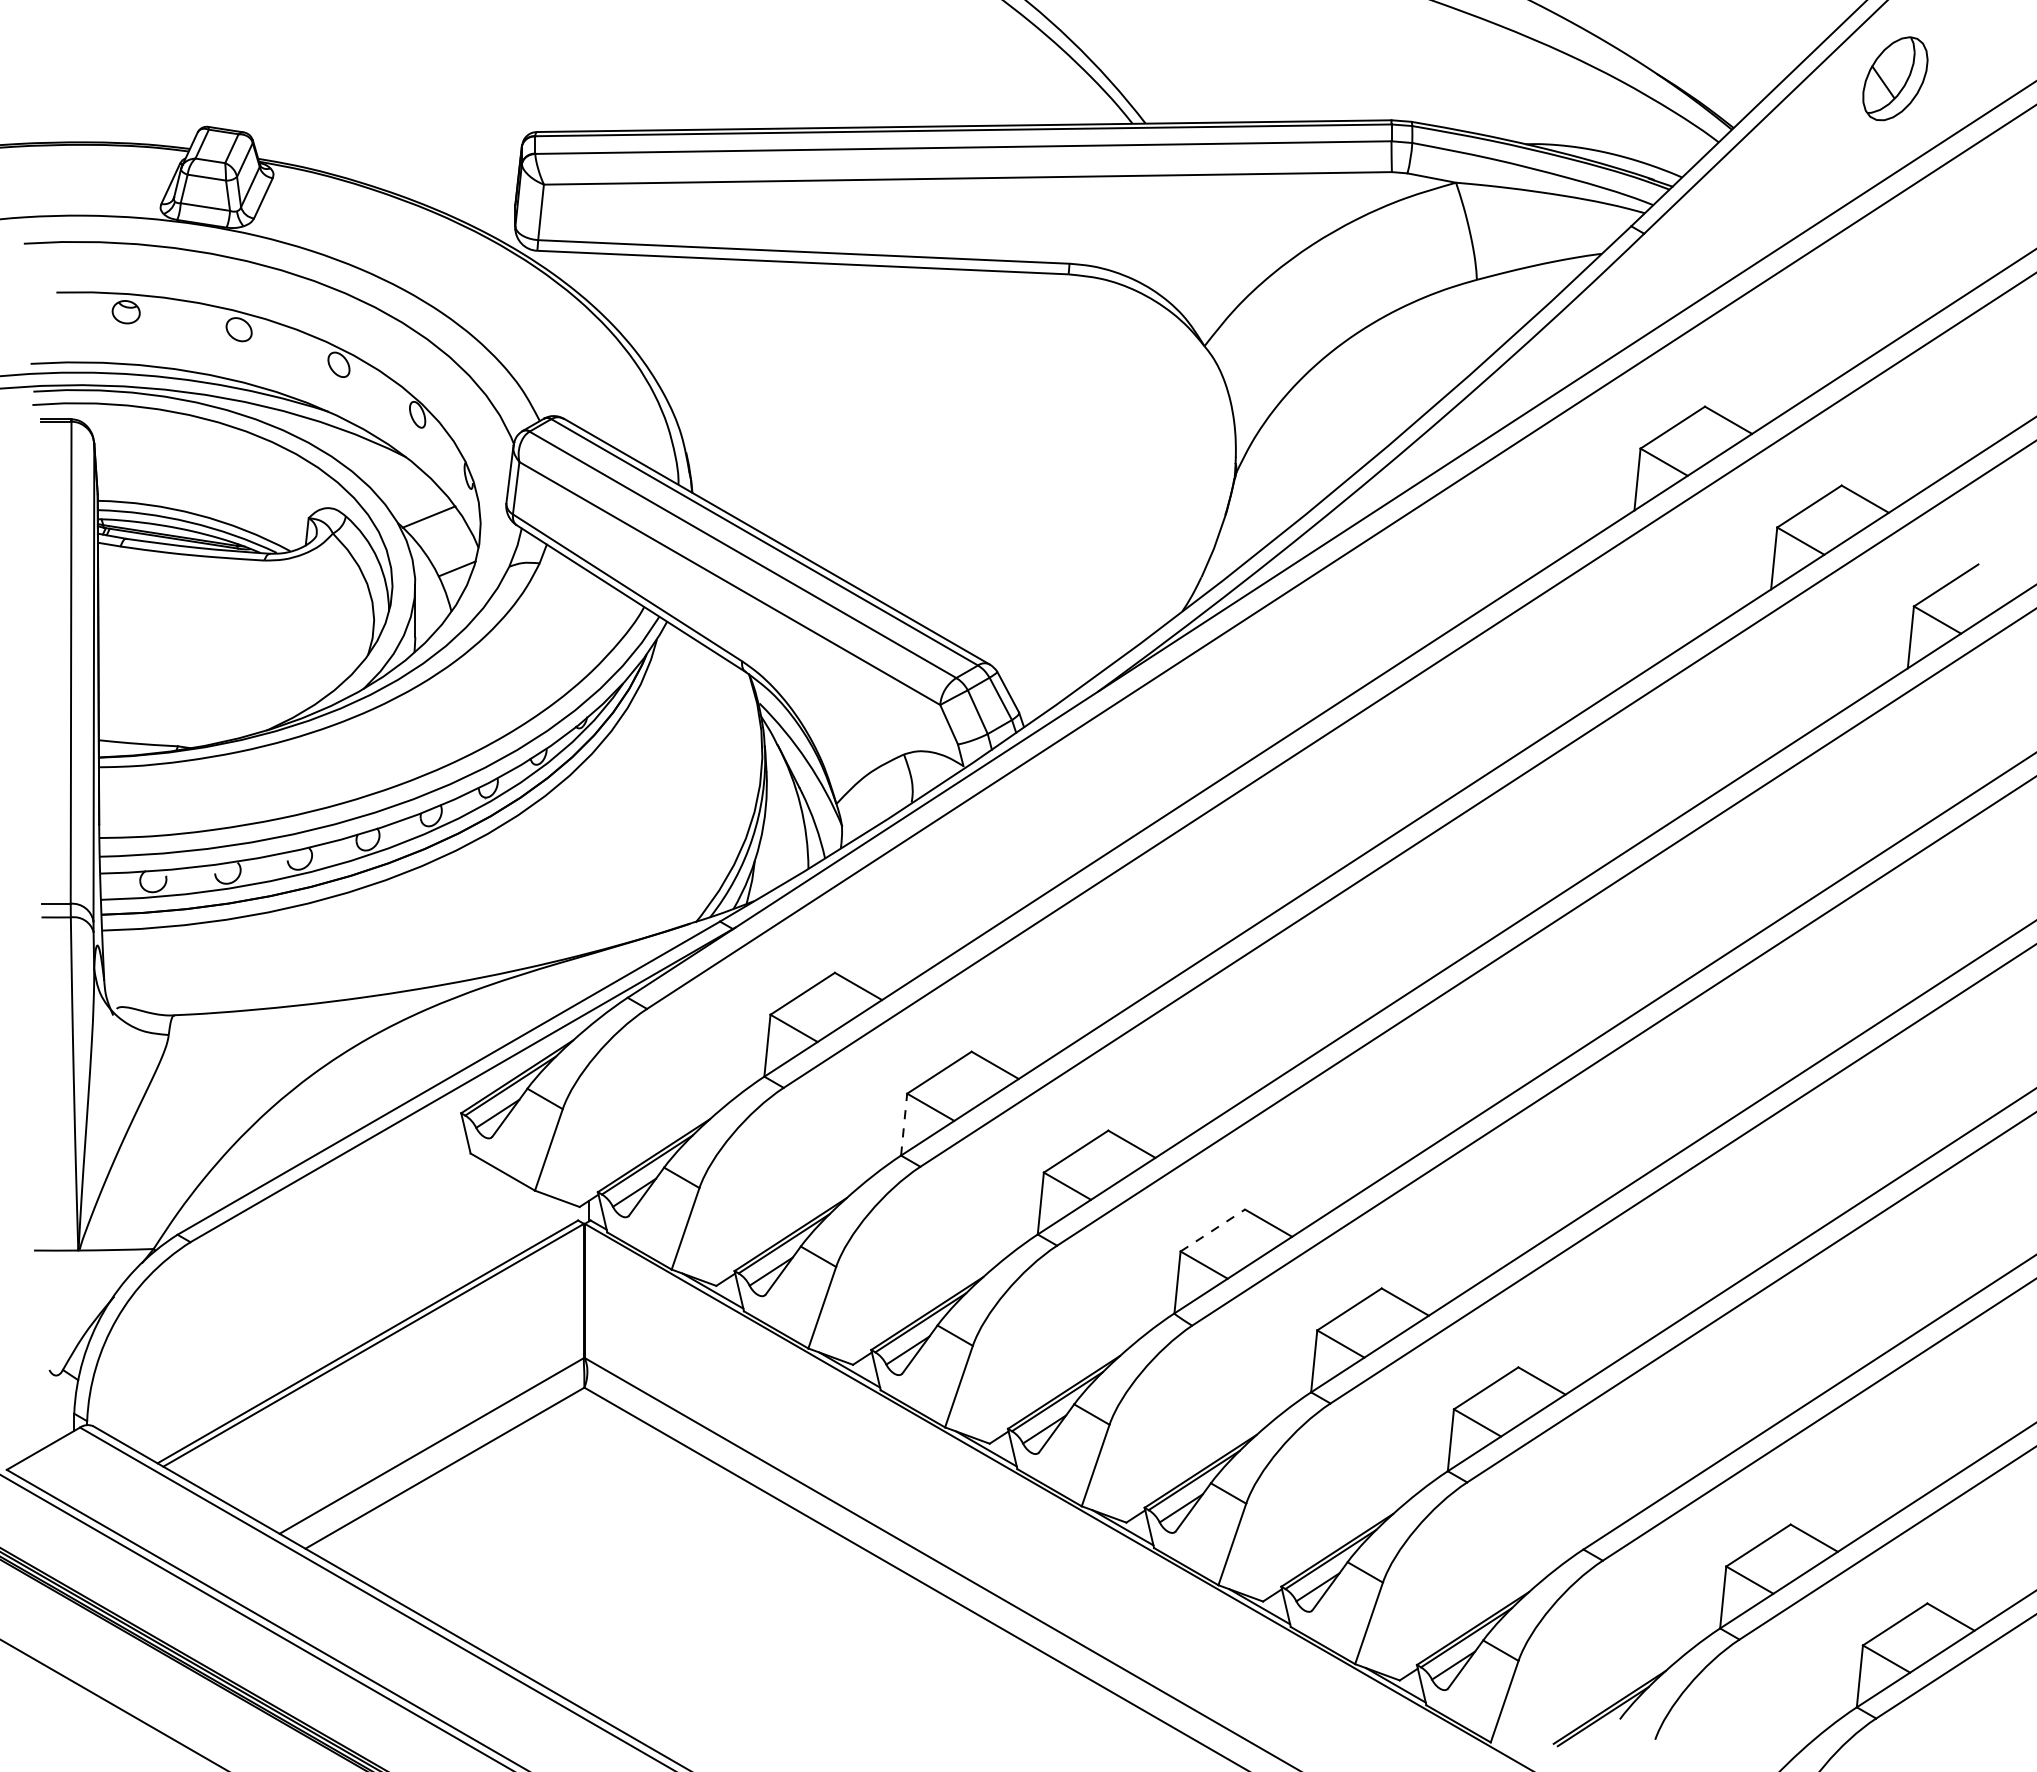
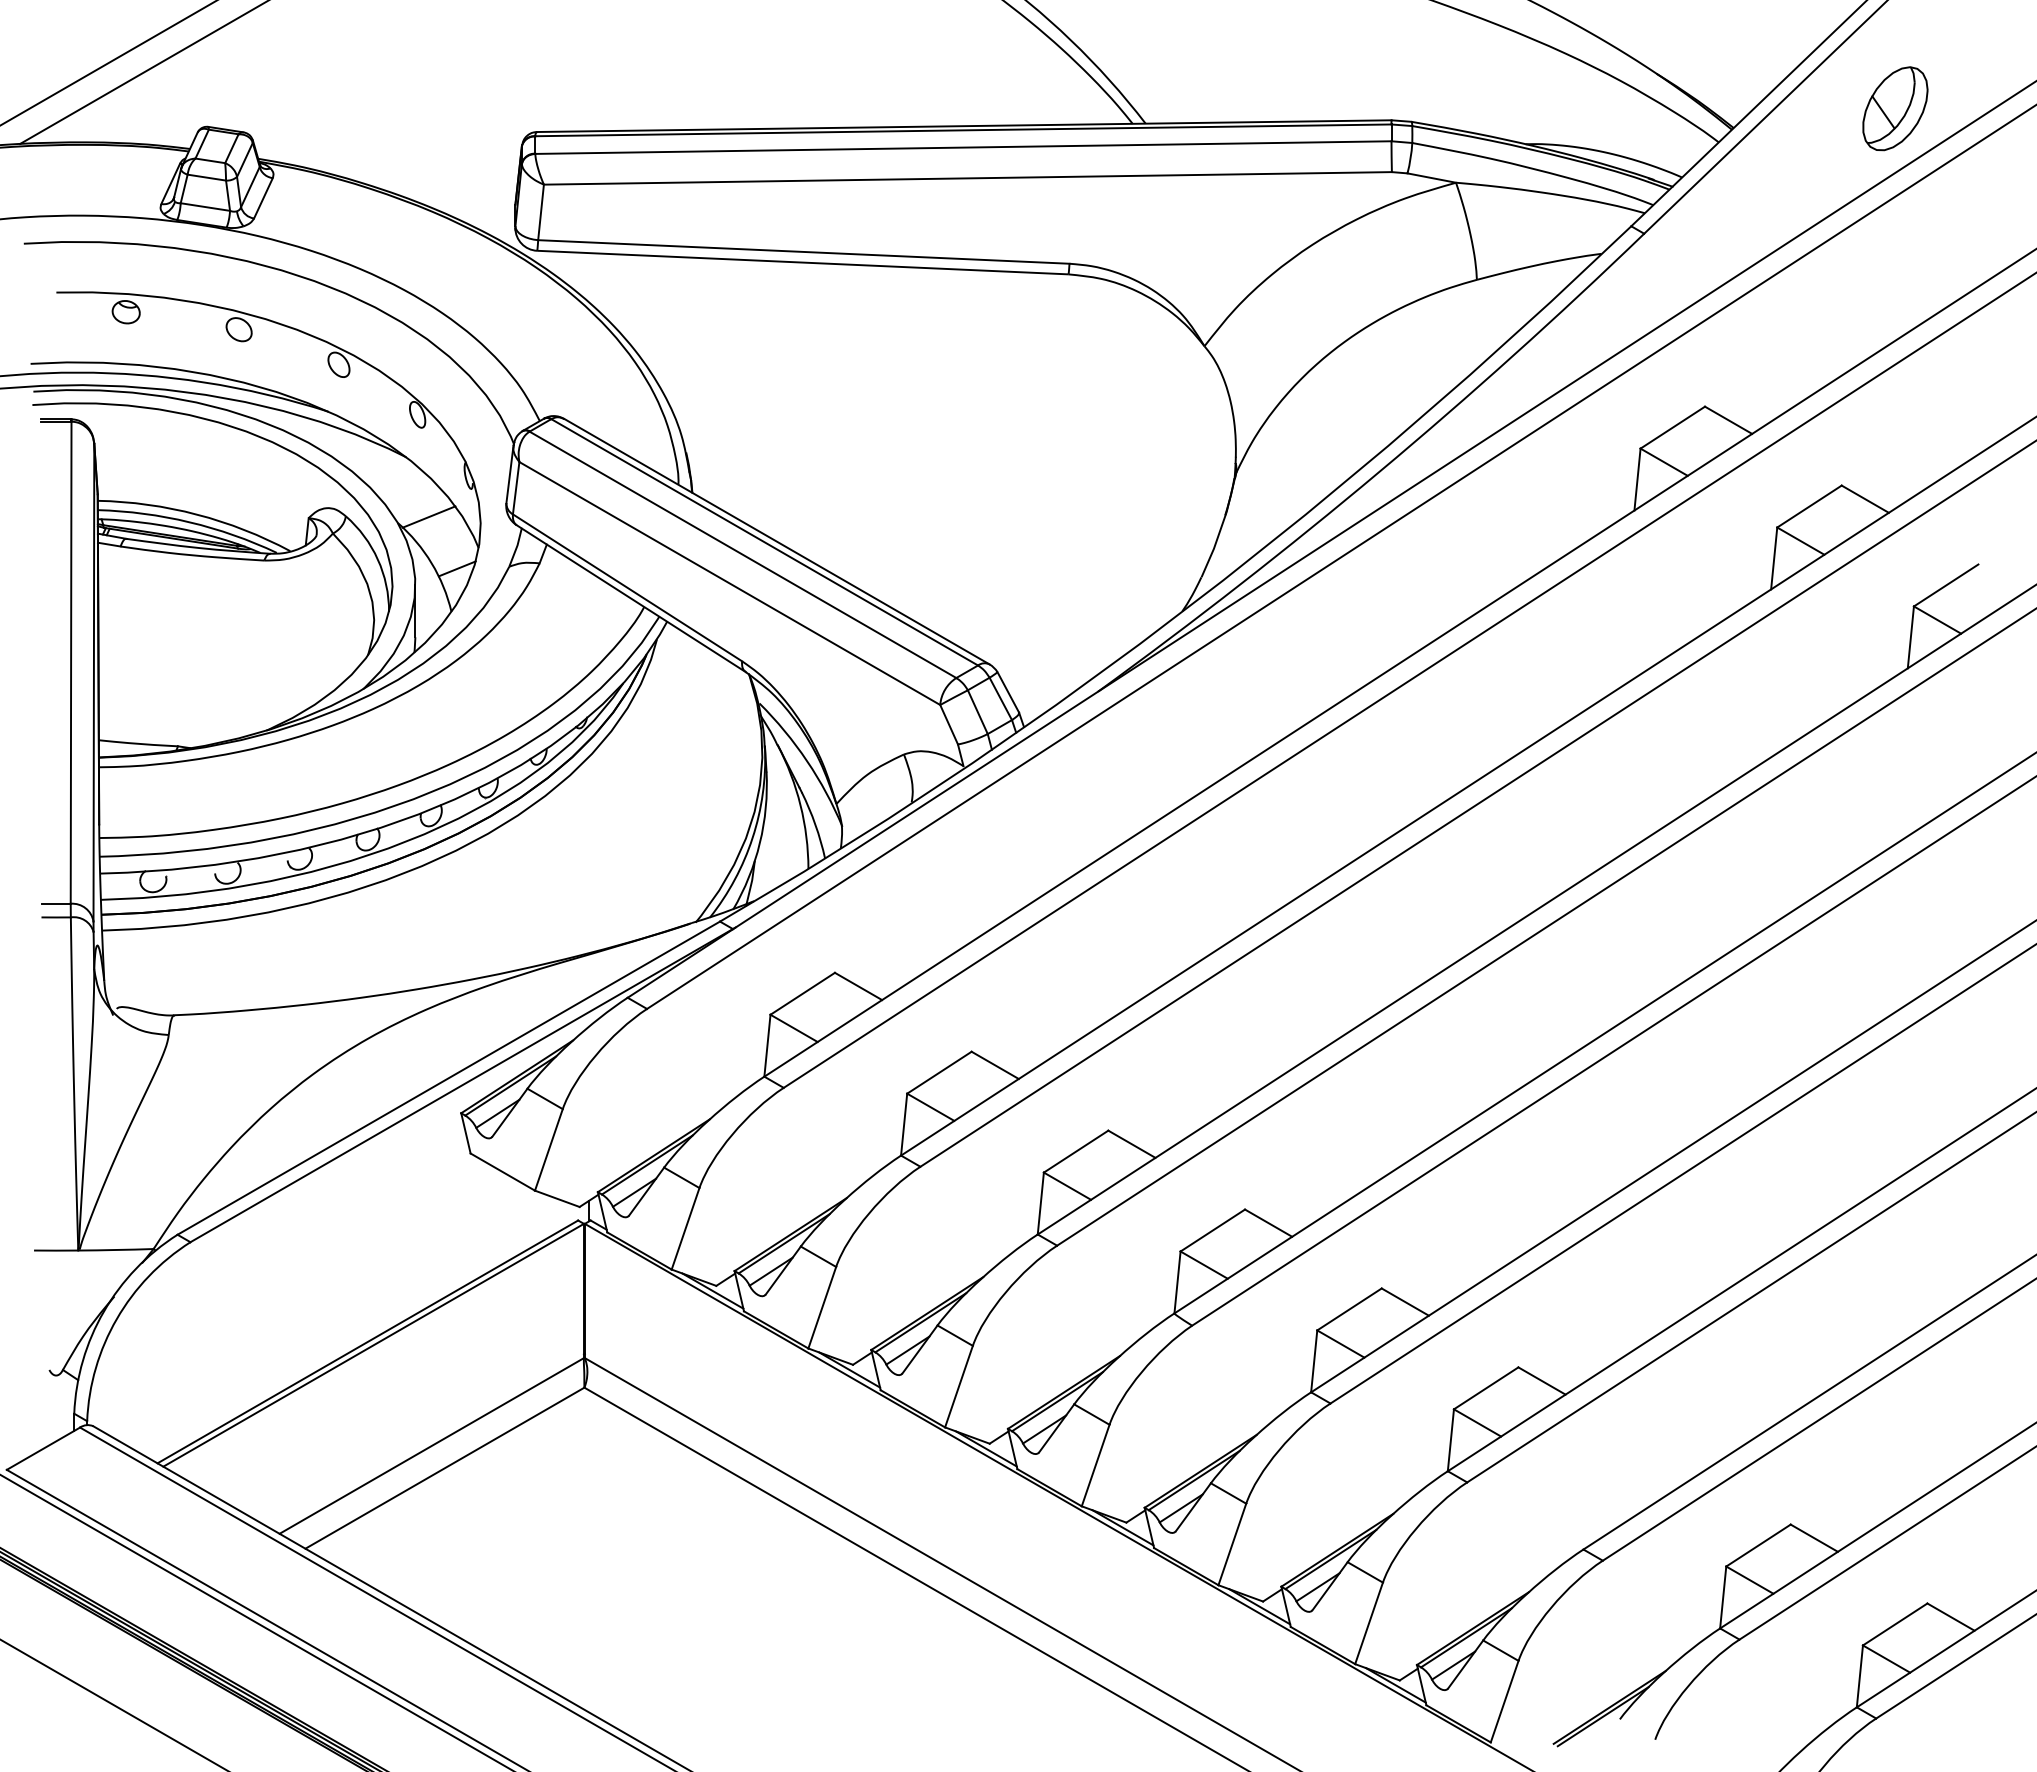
line at (107, 63): none -> present
line at (142, 72): none -> present
part at (1895, 78) position: (1895, 78) -> (1895, 108)
line at (904, 1124): dashed -> solid
line at (1213, 1230): dashed -> solid
